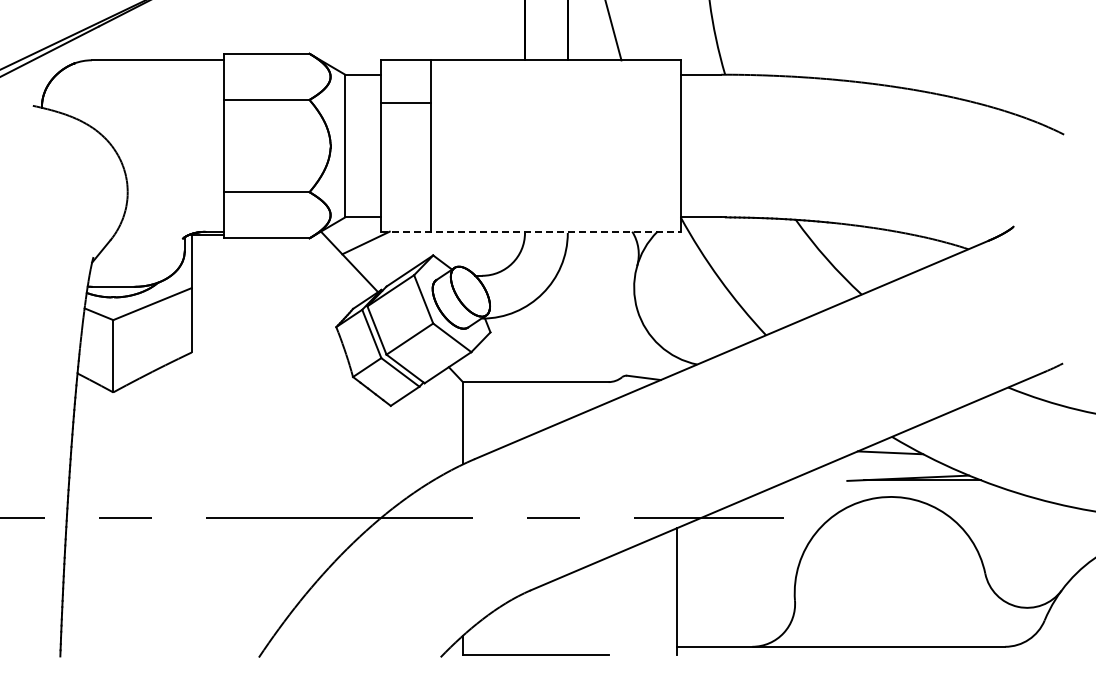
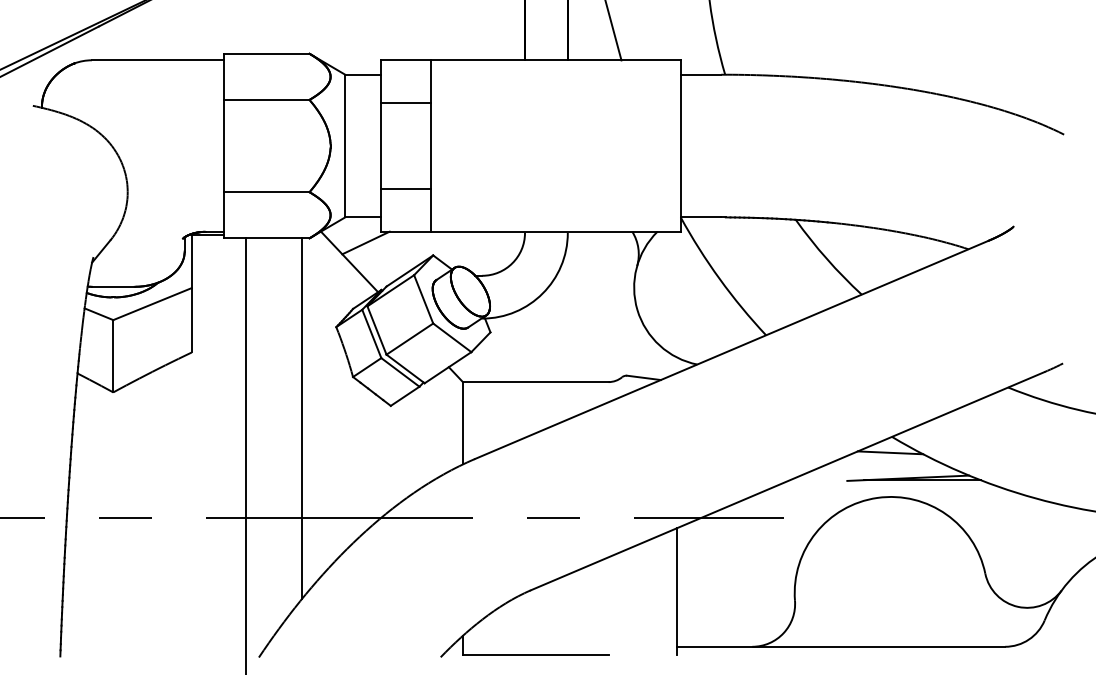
line at (405, 188): none -> present
line at (530, 231): dashed -> solid
line at (302, 418): none -> present
line at (246, 454): none -> present
